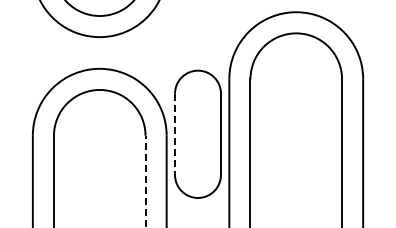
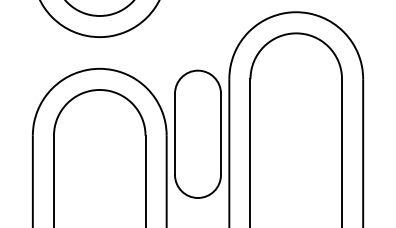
line at (175, 134): dashed -> solid
line at (145, 181): dashed -> solid
